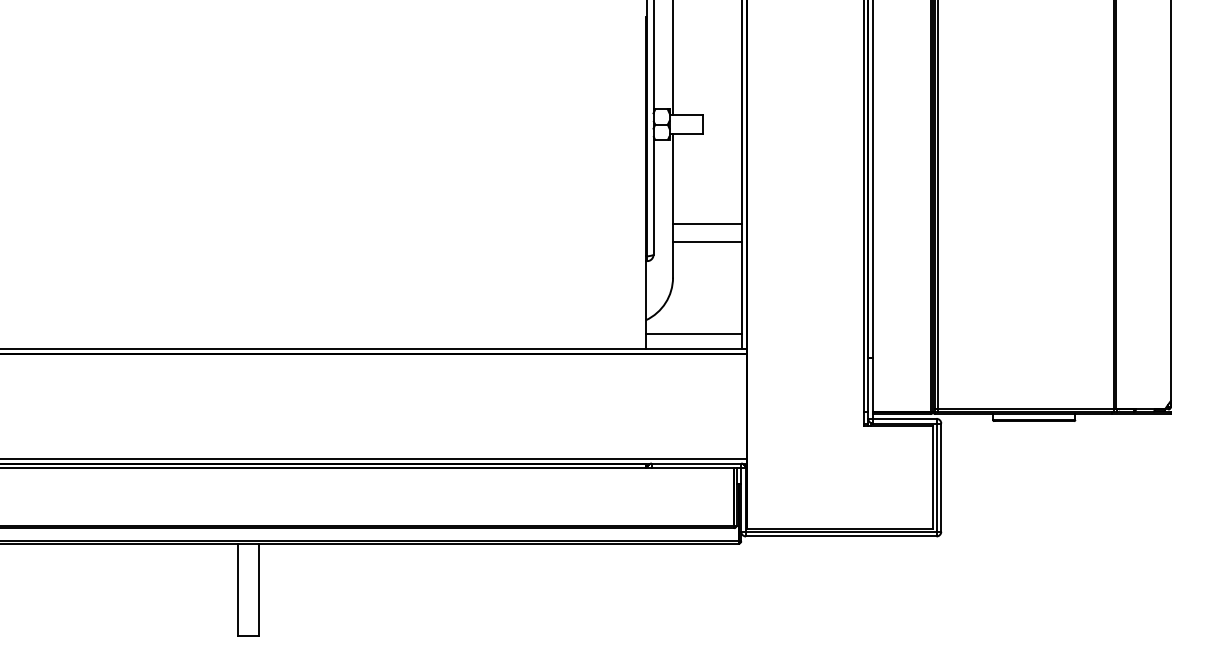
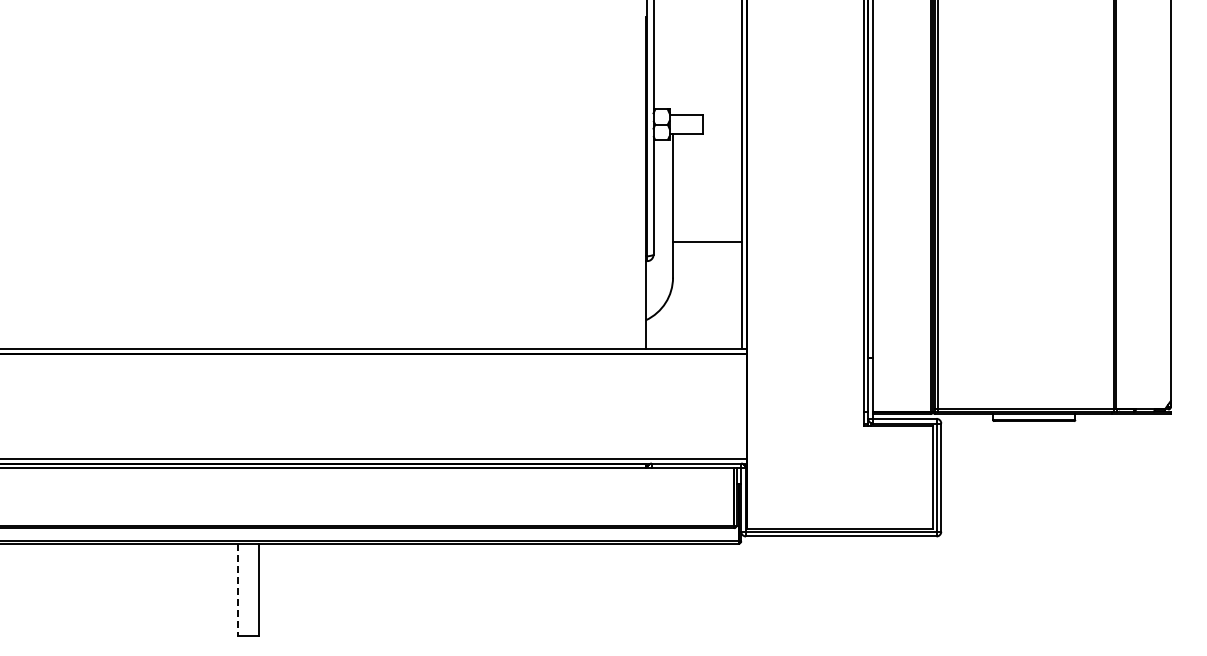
line at (673, 58): present -> none
line at (707, 223): present -> none
line at (693, 334): present -> none
line at (237, 590): solid -> dashed
